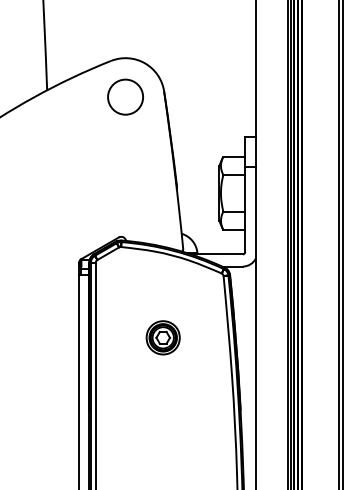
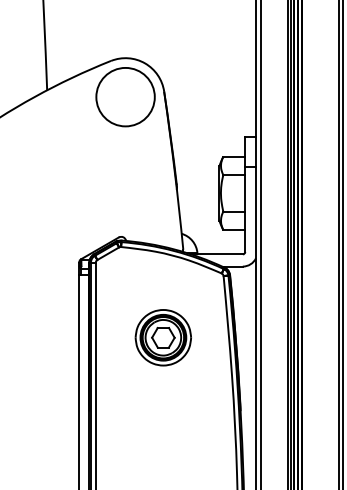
circle at (125, 96) diameter: 35 px -> 58 px
line at (261, 244): none -> present
part at (162, 337) size: 36x36 px -> 58x58 px
